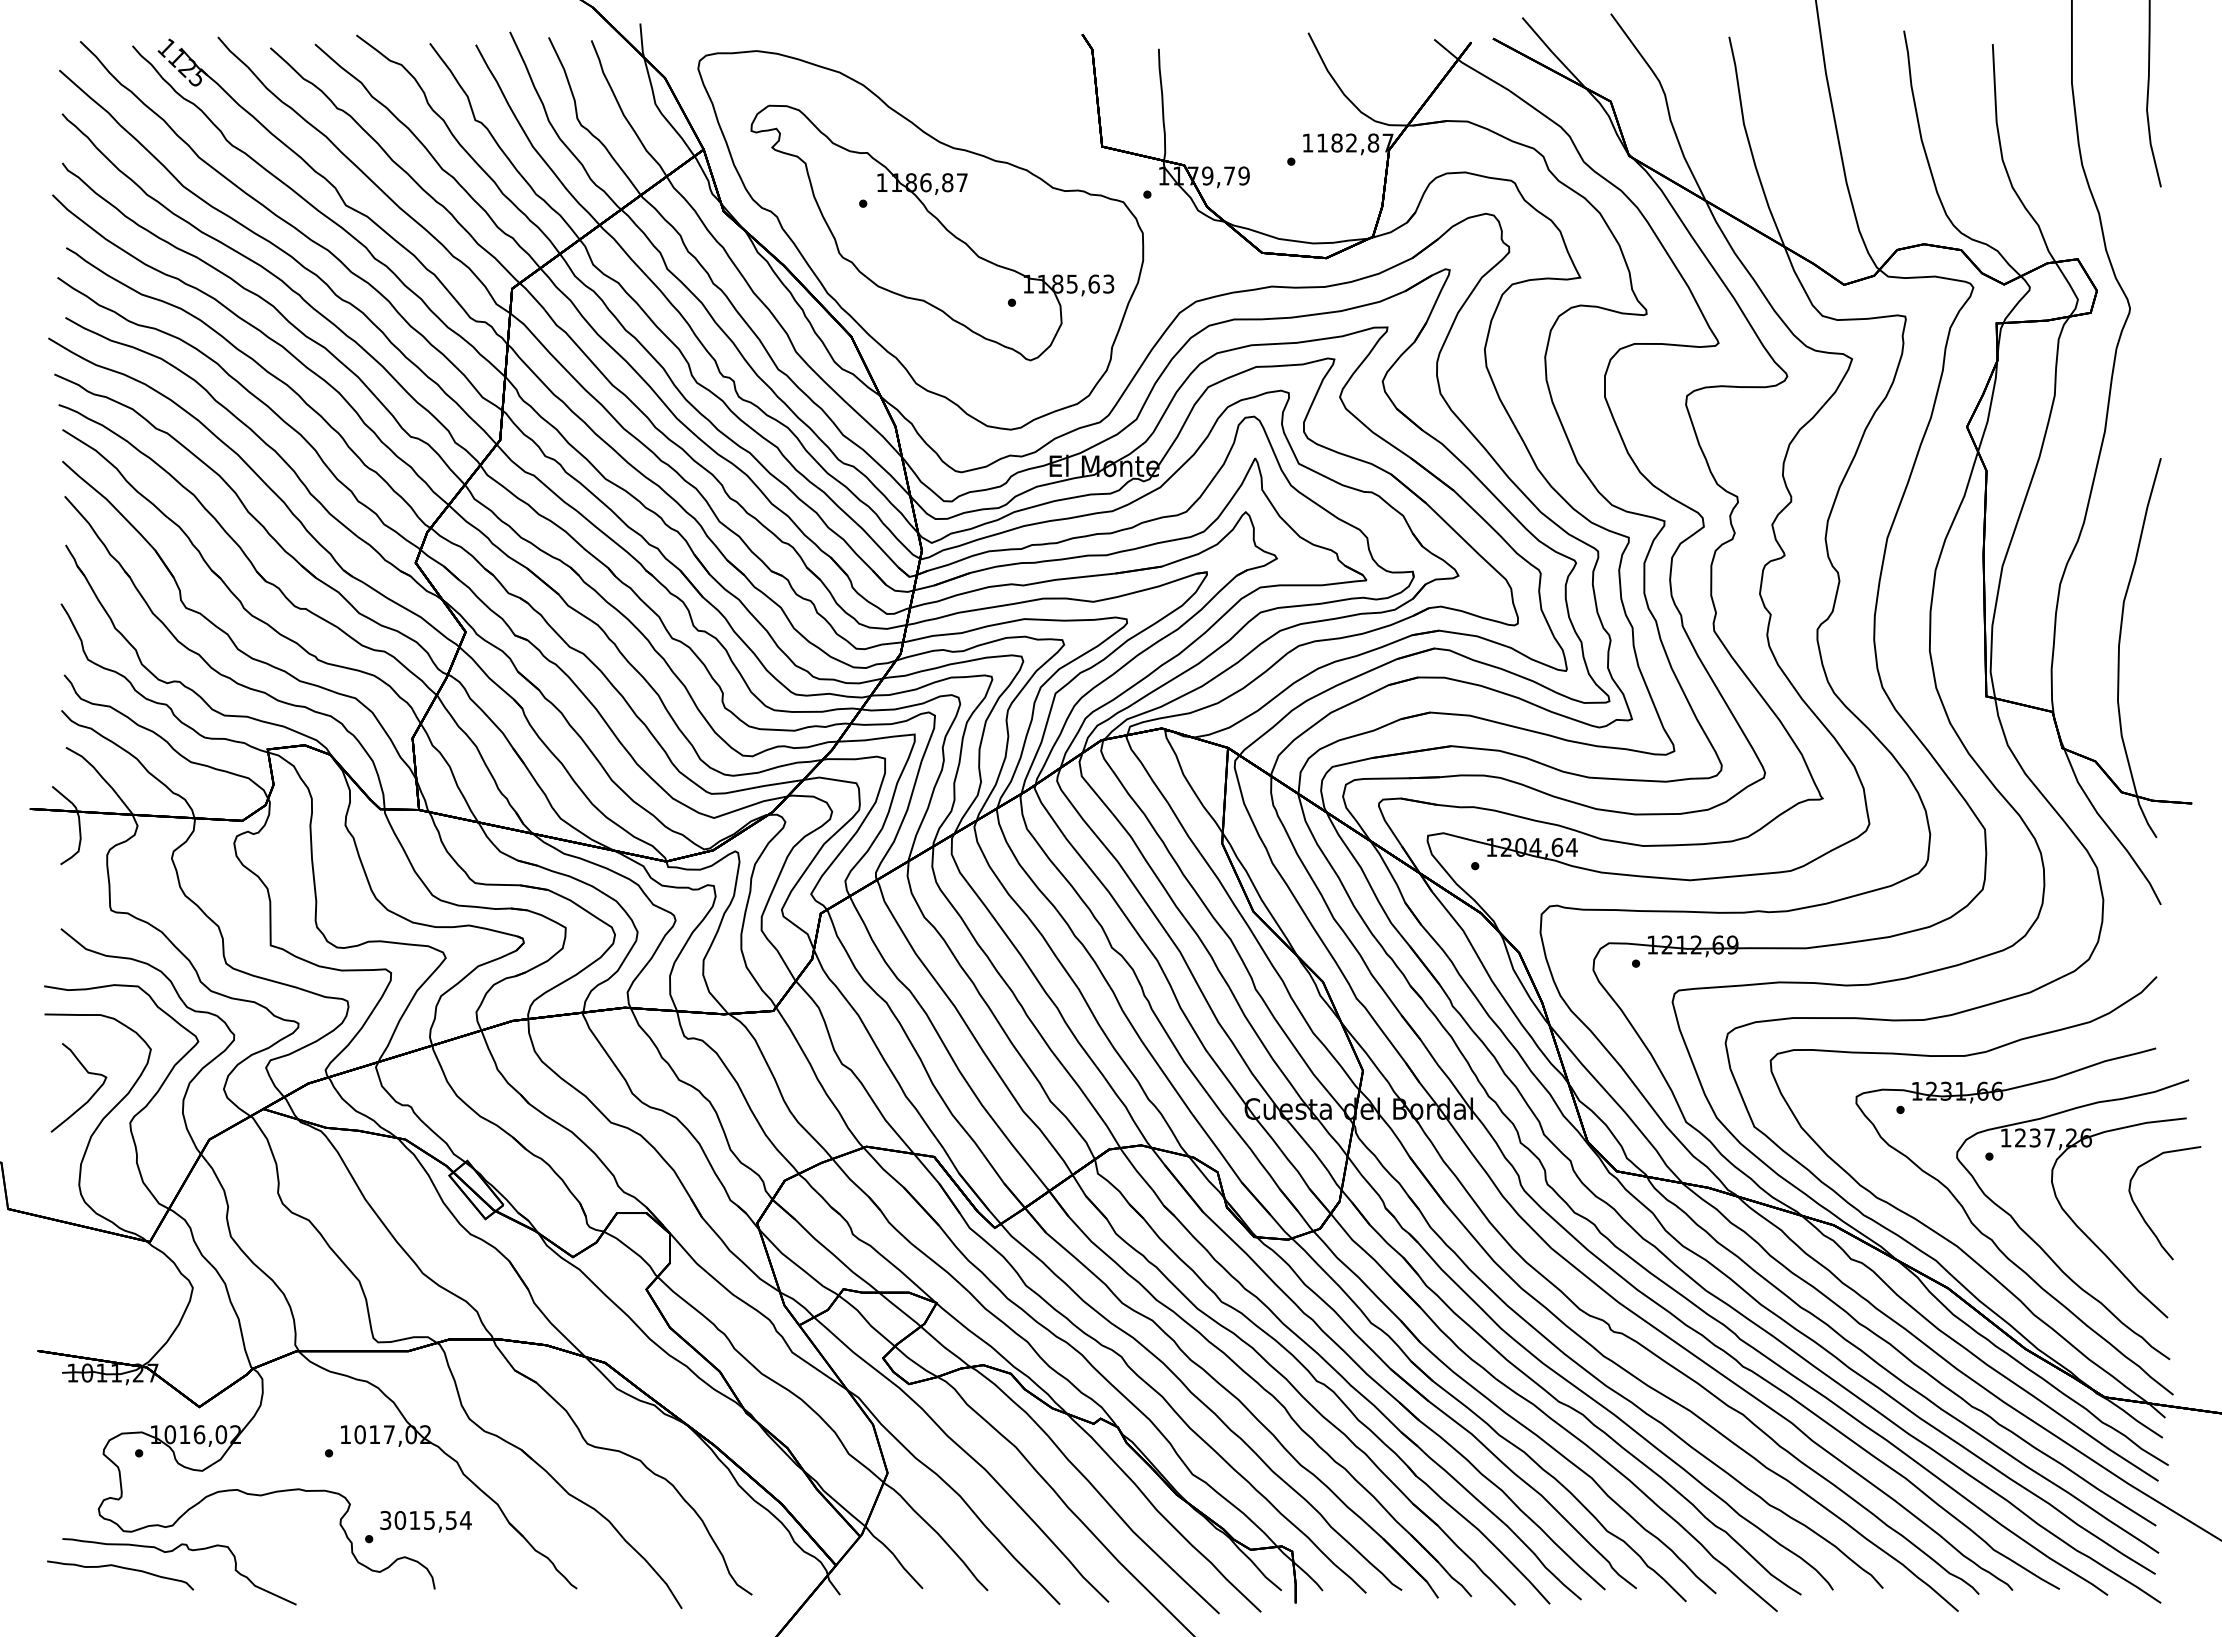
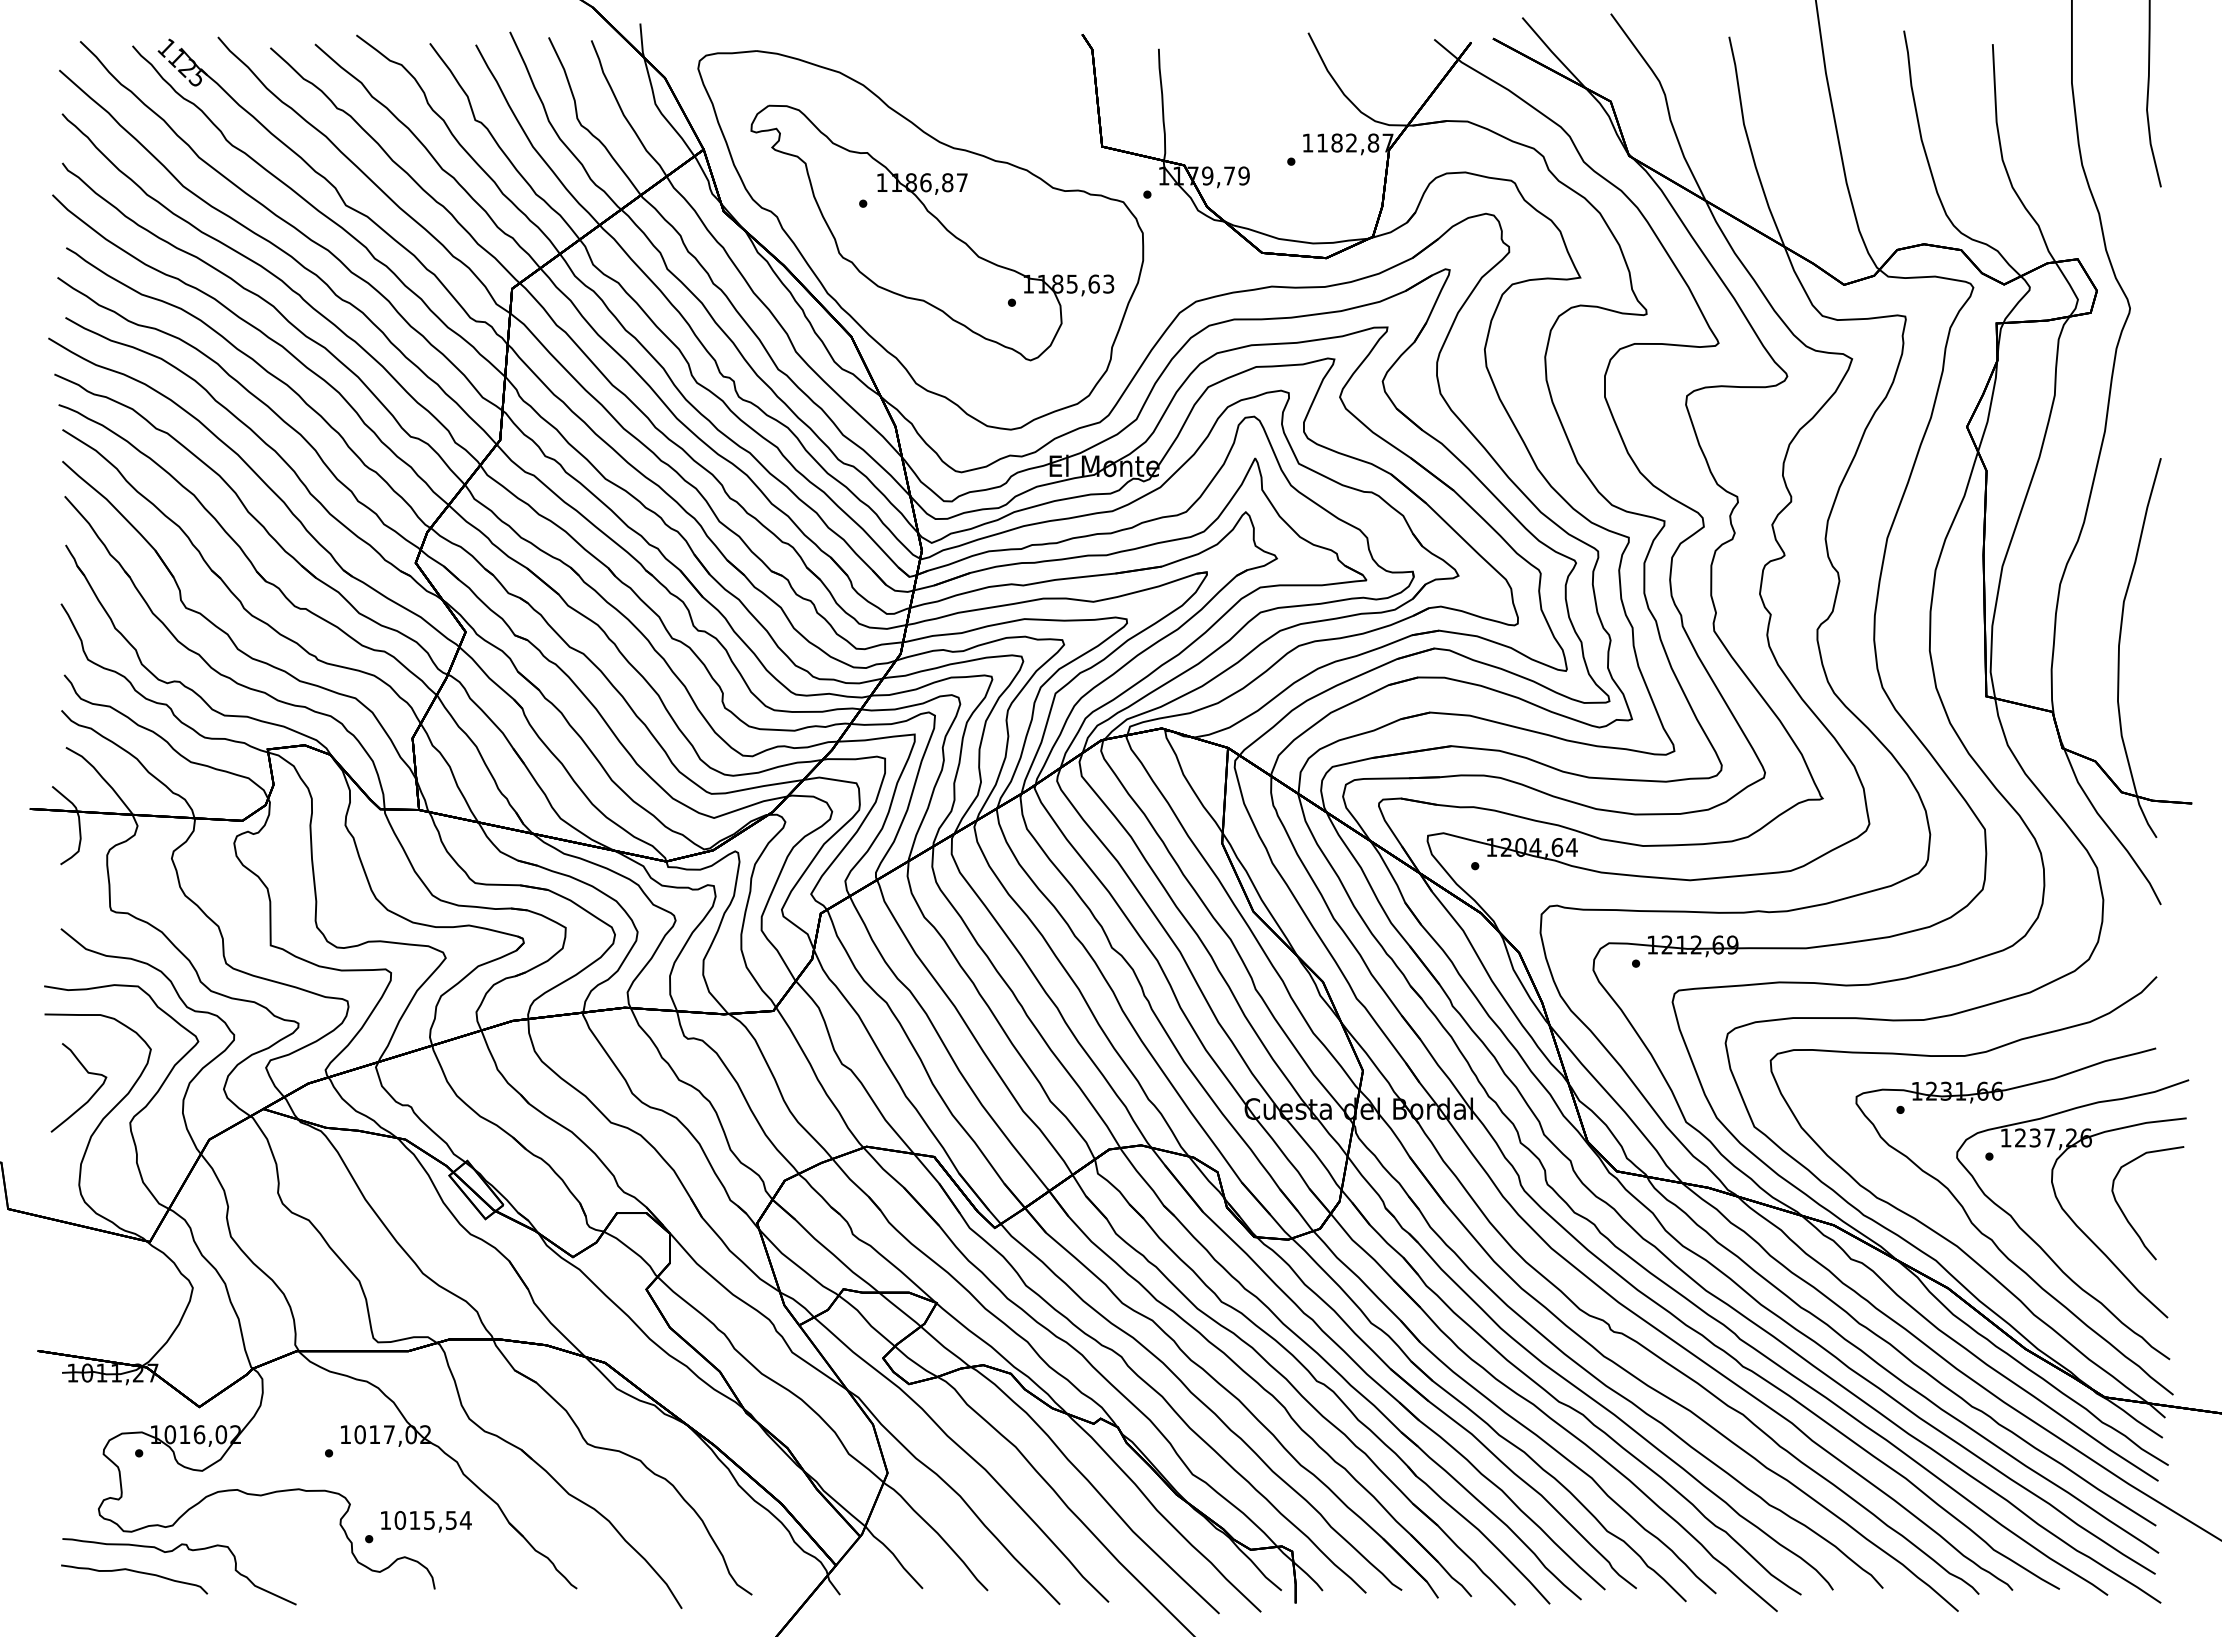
curve at (2143, 1216) position: (2143, 1216) -> (2126, 1216)
text at (385, 1520): 3015,54 -> 1015,54
curve at (120, 1568) position: (120, 1568) -> (134, 1572)
